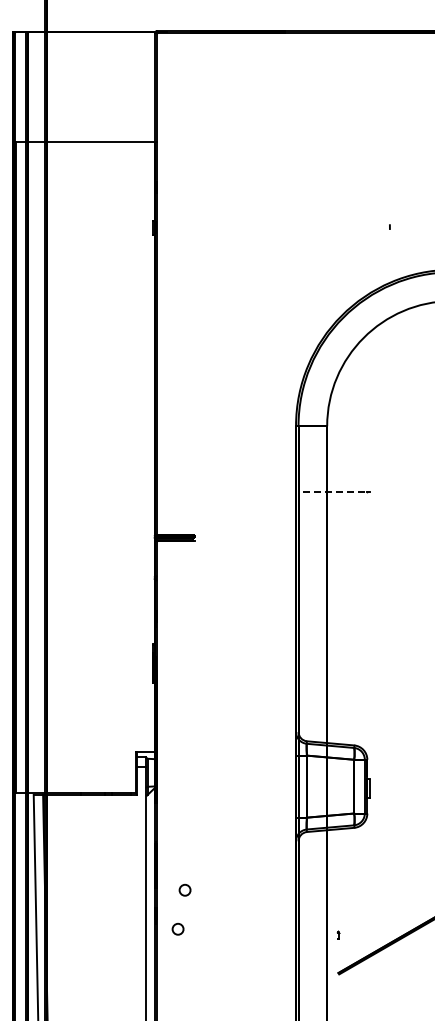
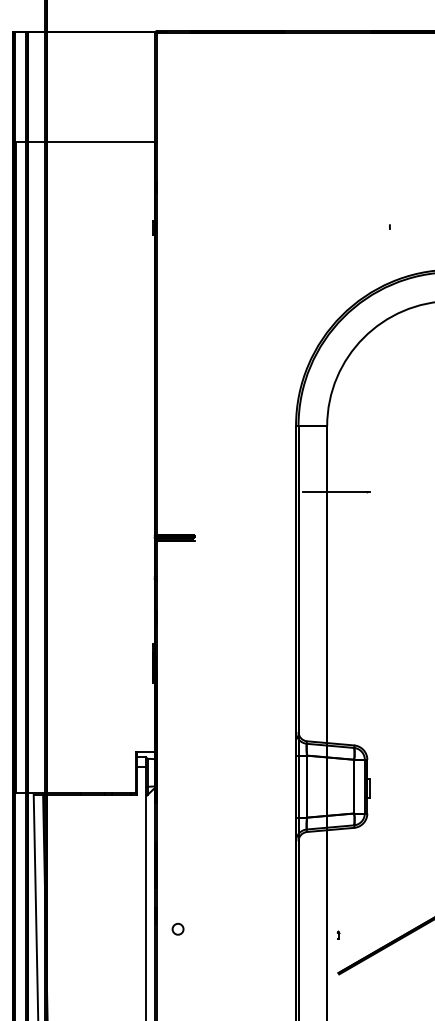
line at (335, 491): dashed -> solid
circle at (184, 889): present -> none
